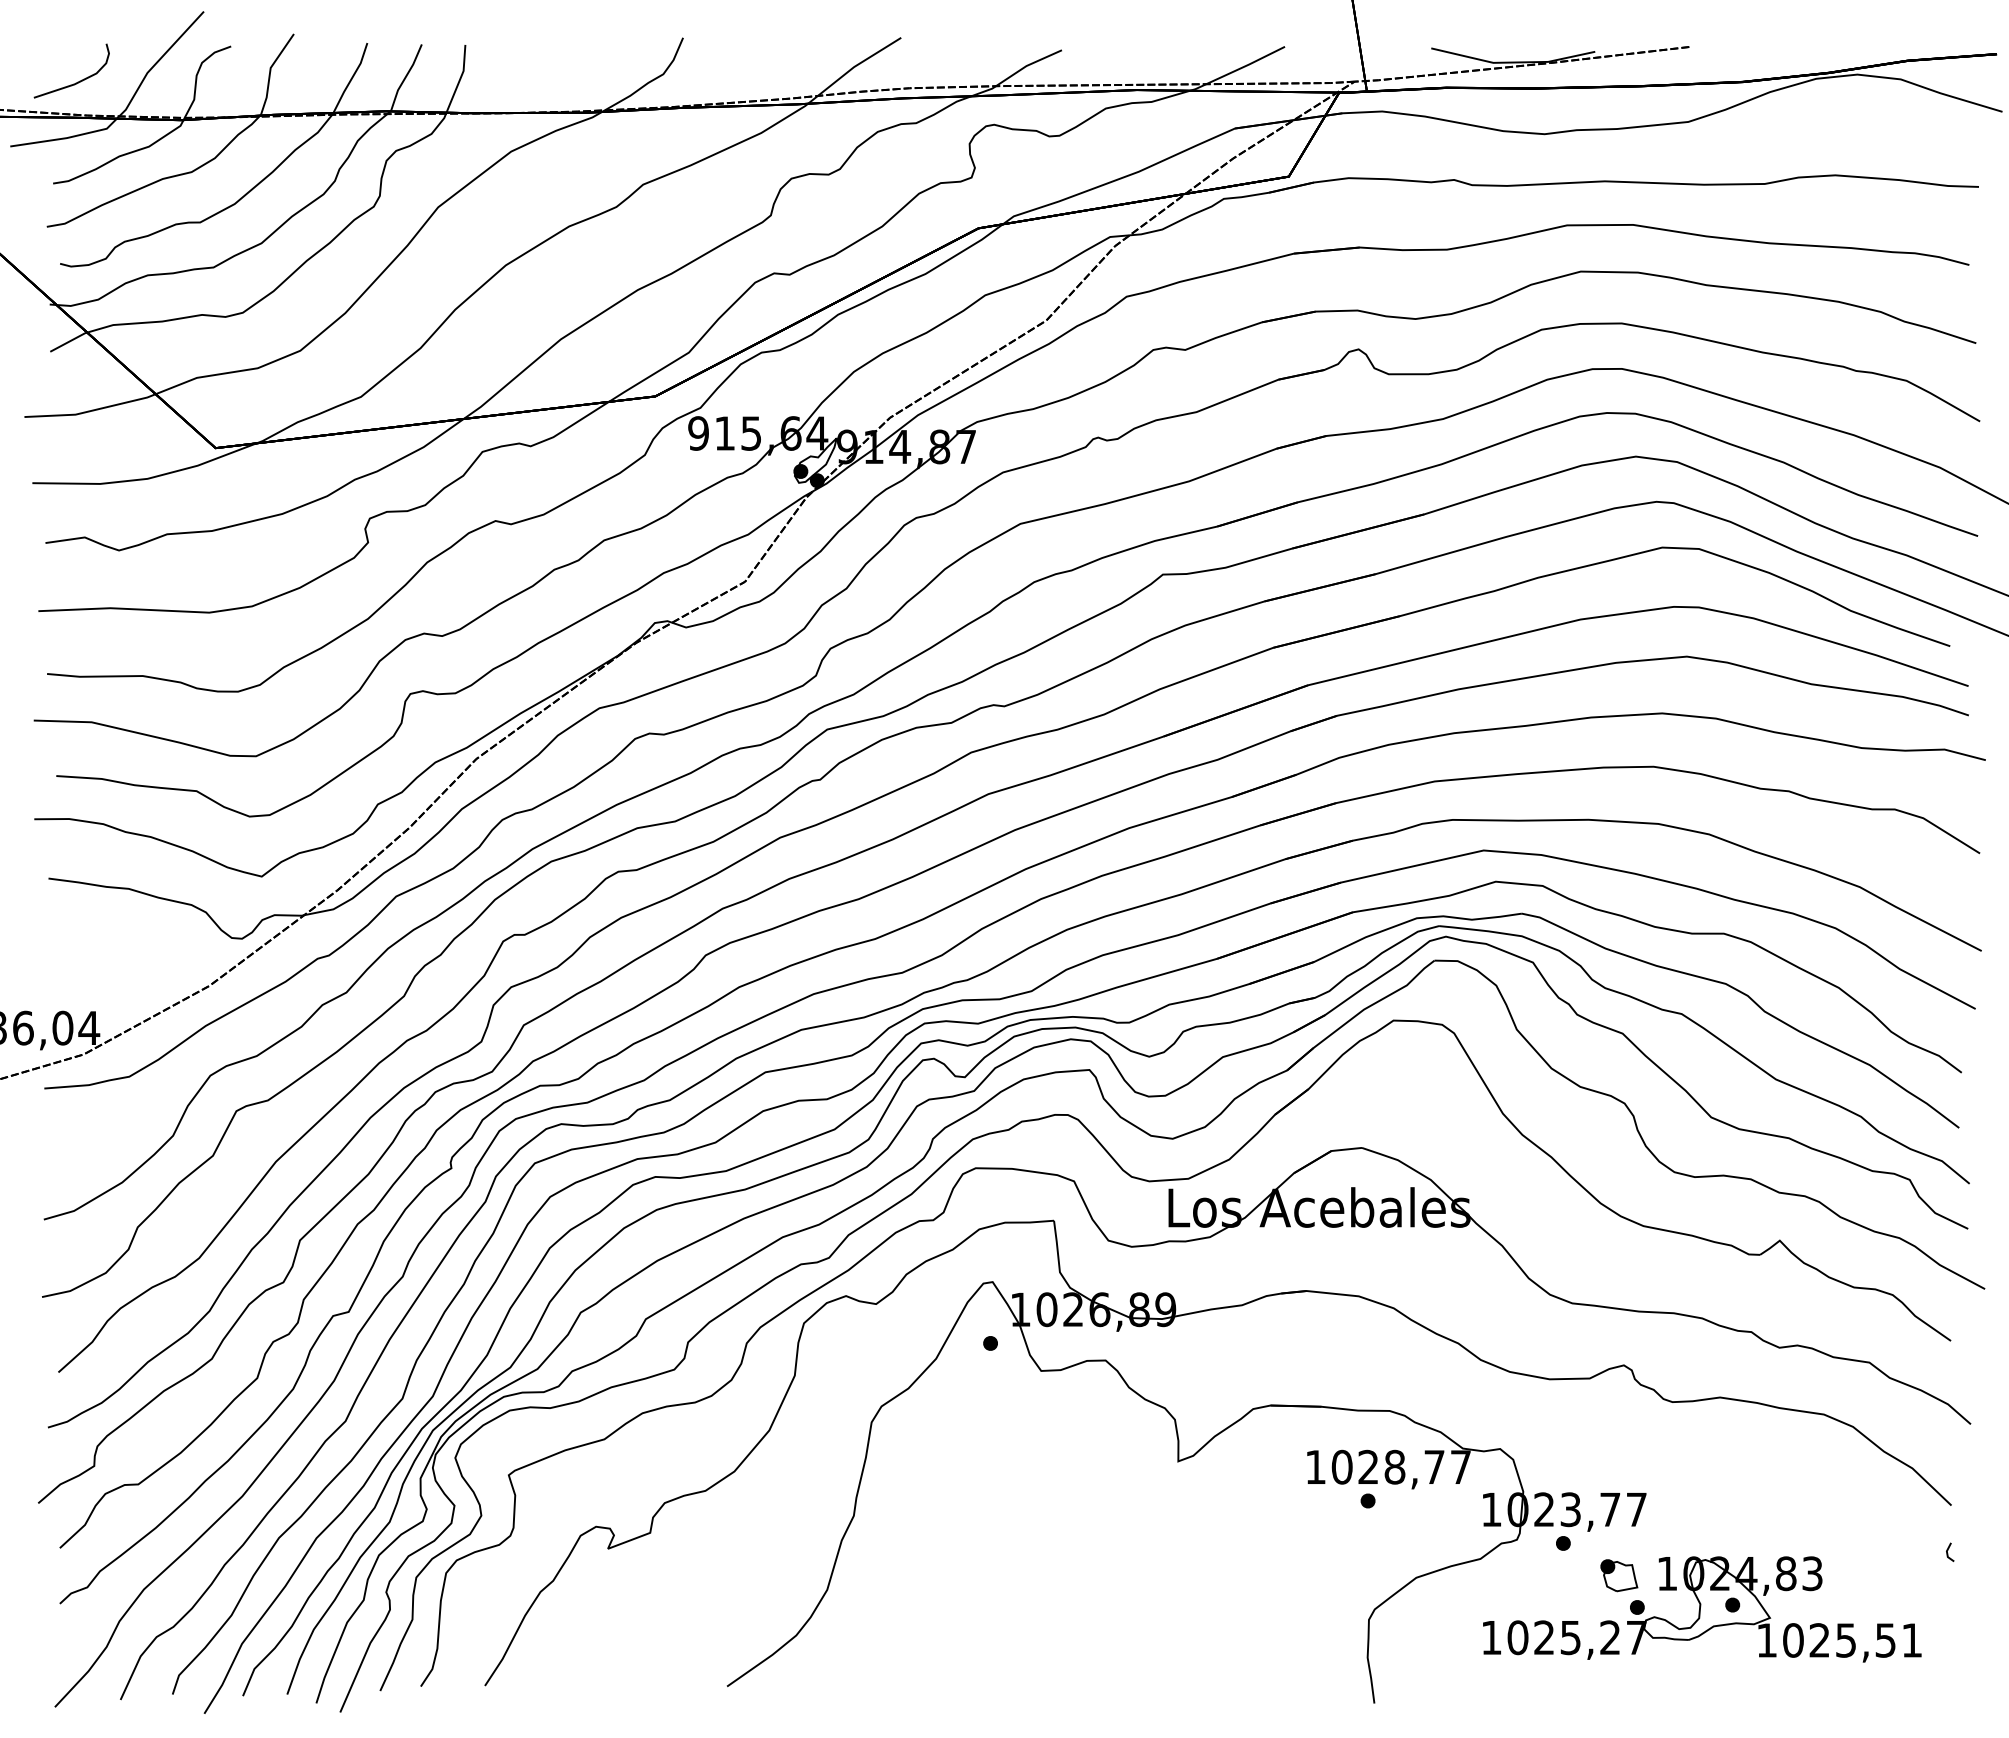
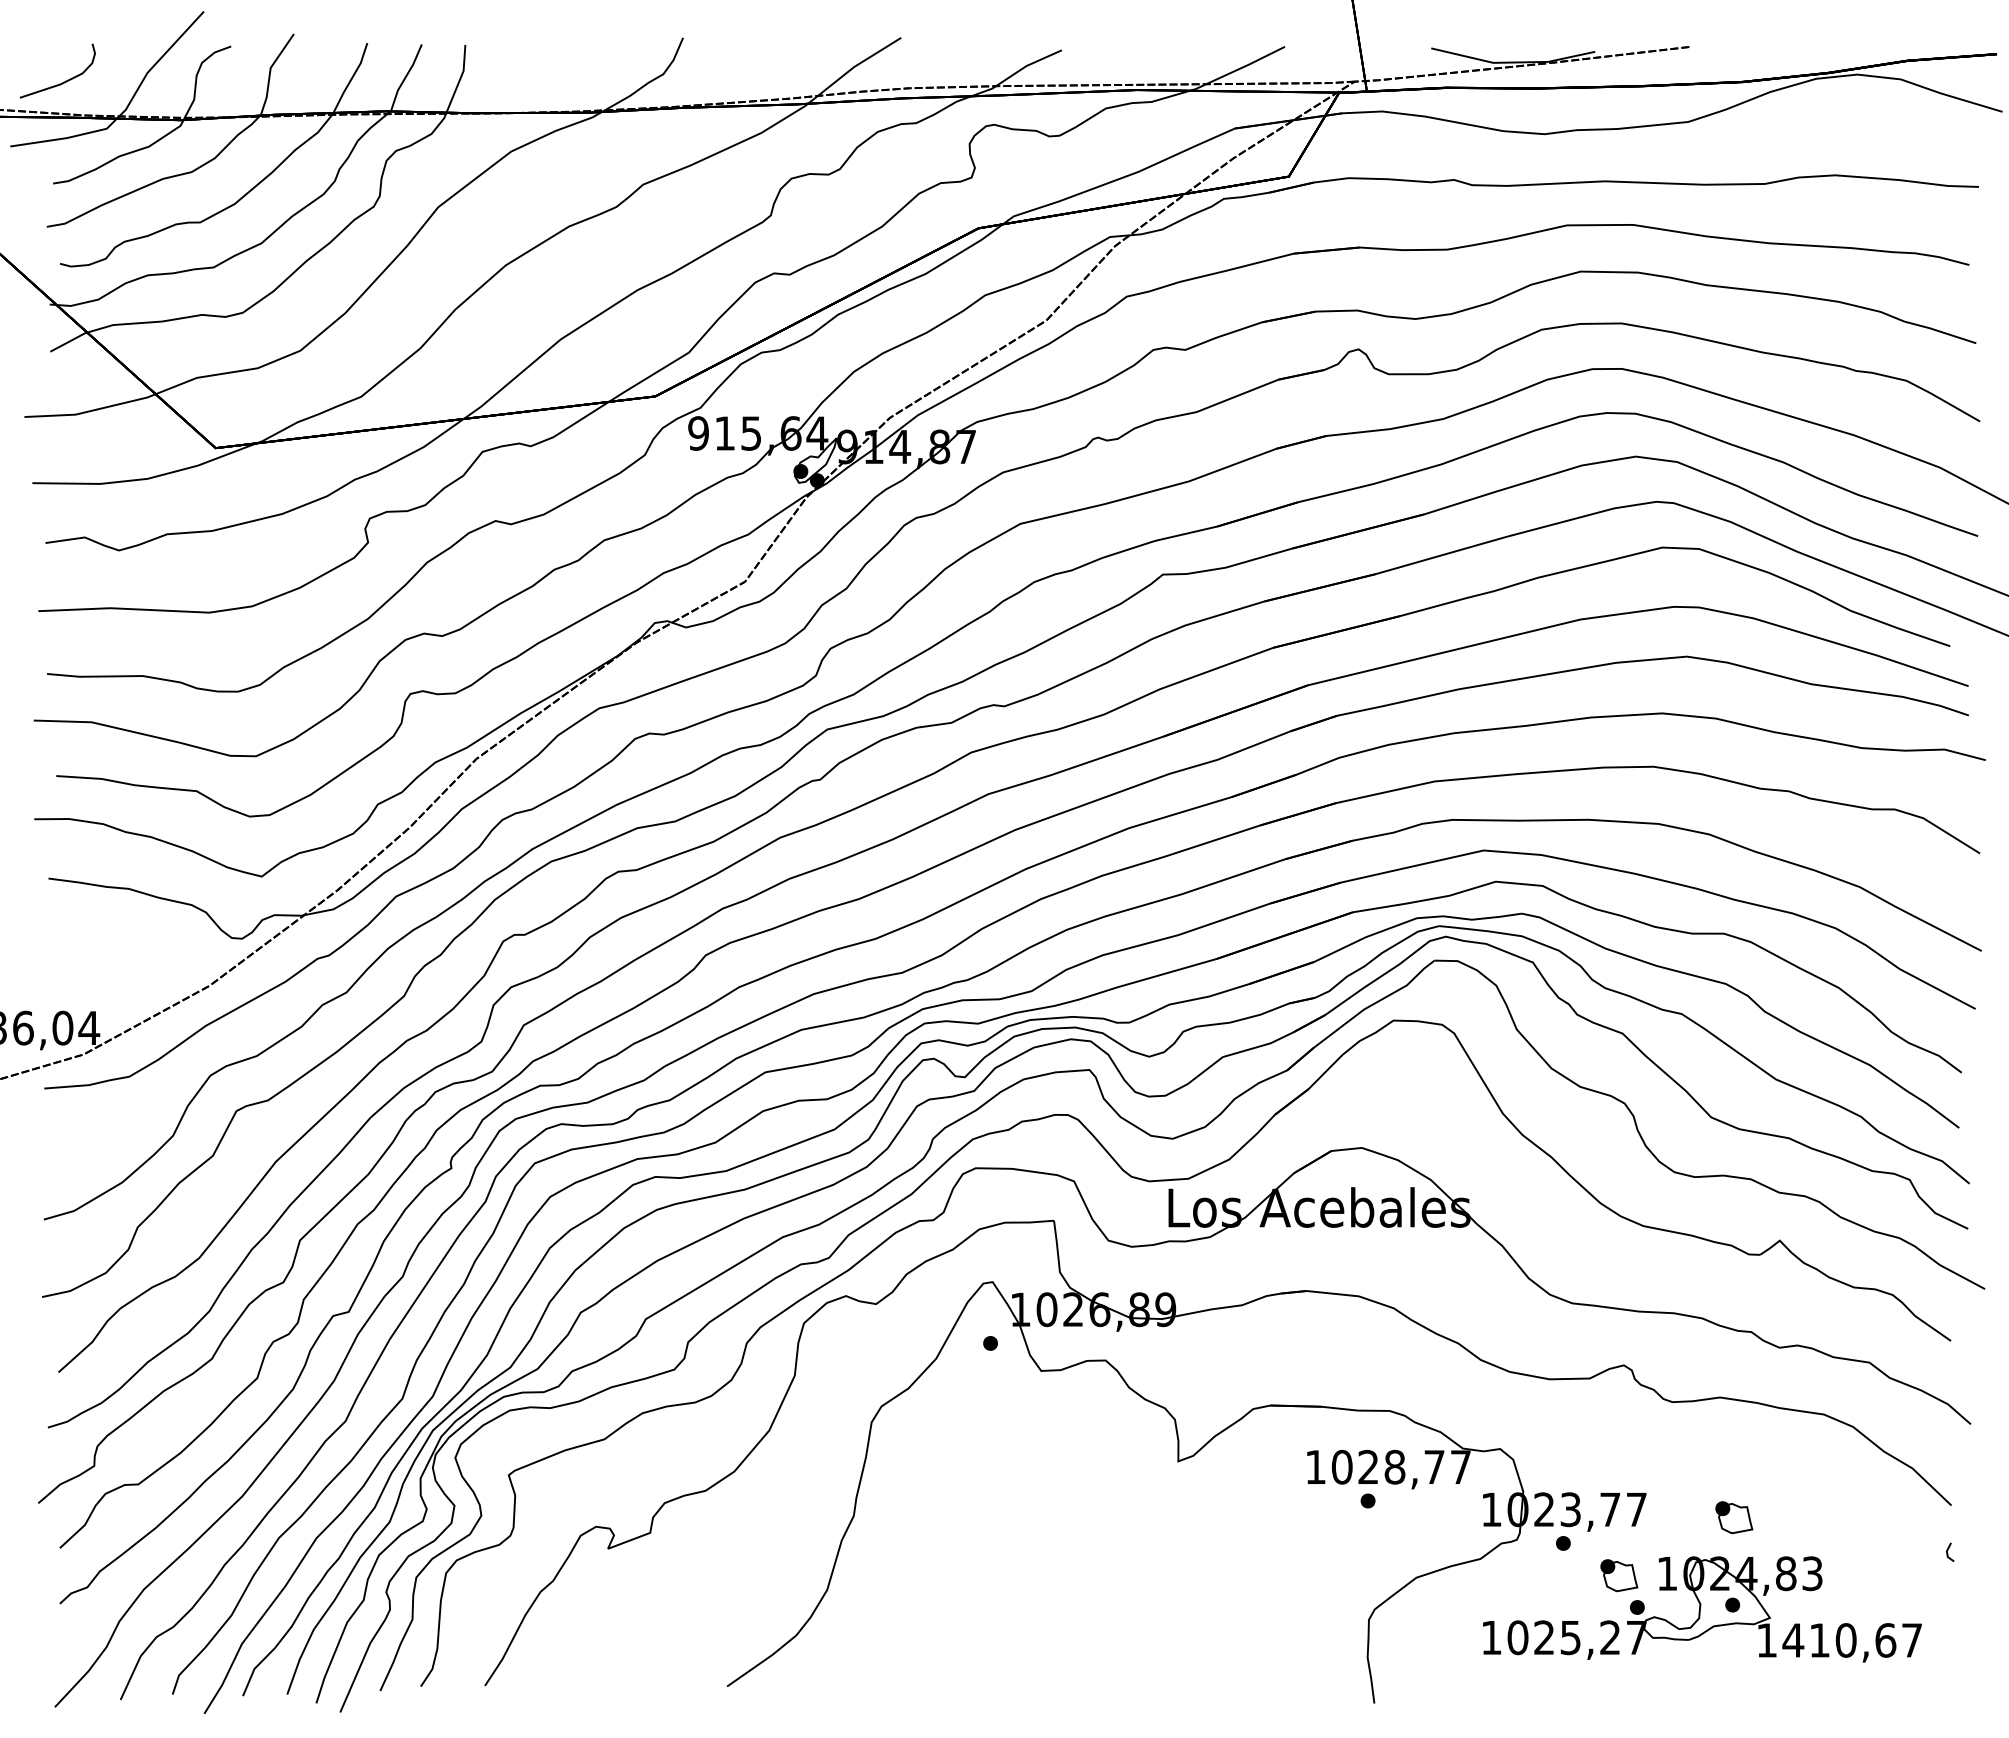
curve at (77, 81) position: (77, 81) -> (63, 81)
part at (1734, 1517): none -> present
text at (1851, 1640): 1025,51 -> 1410,67
